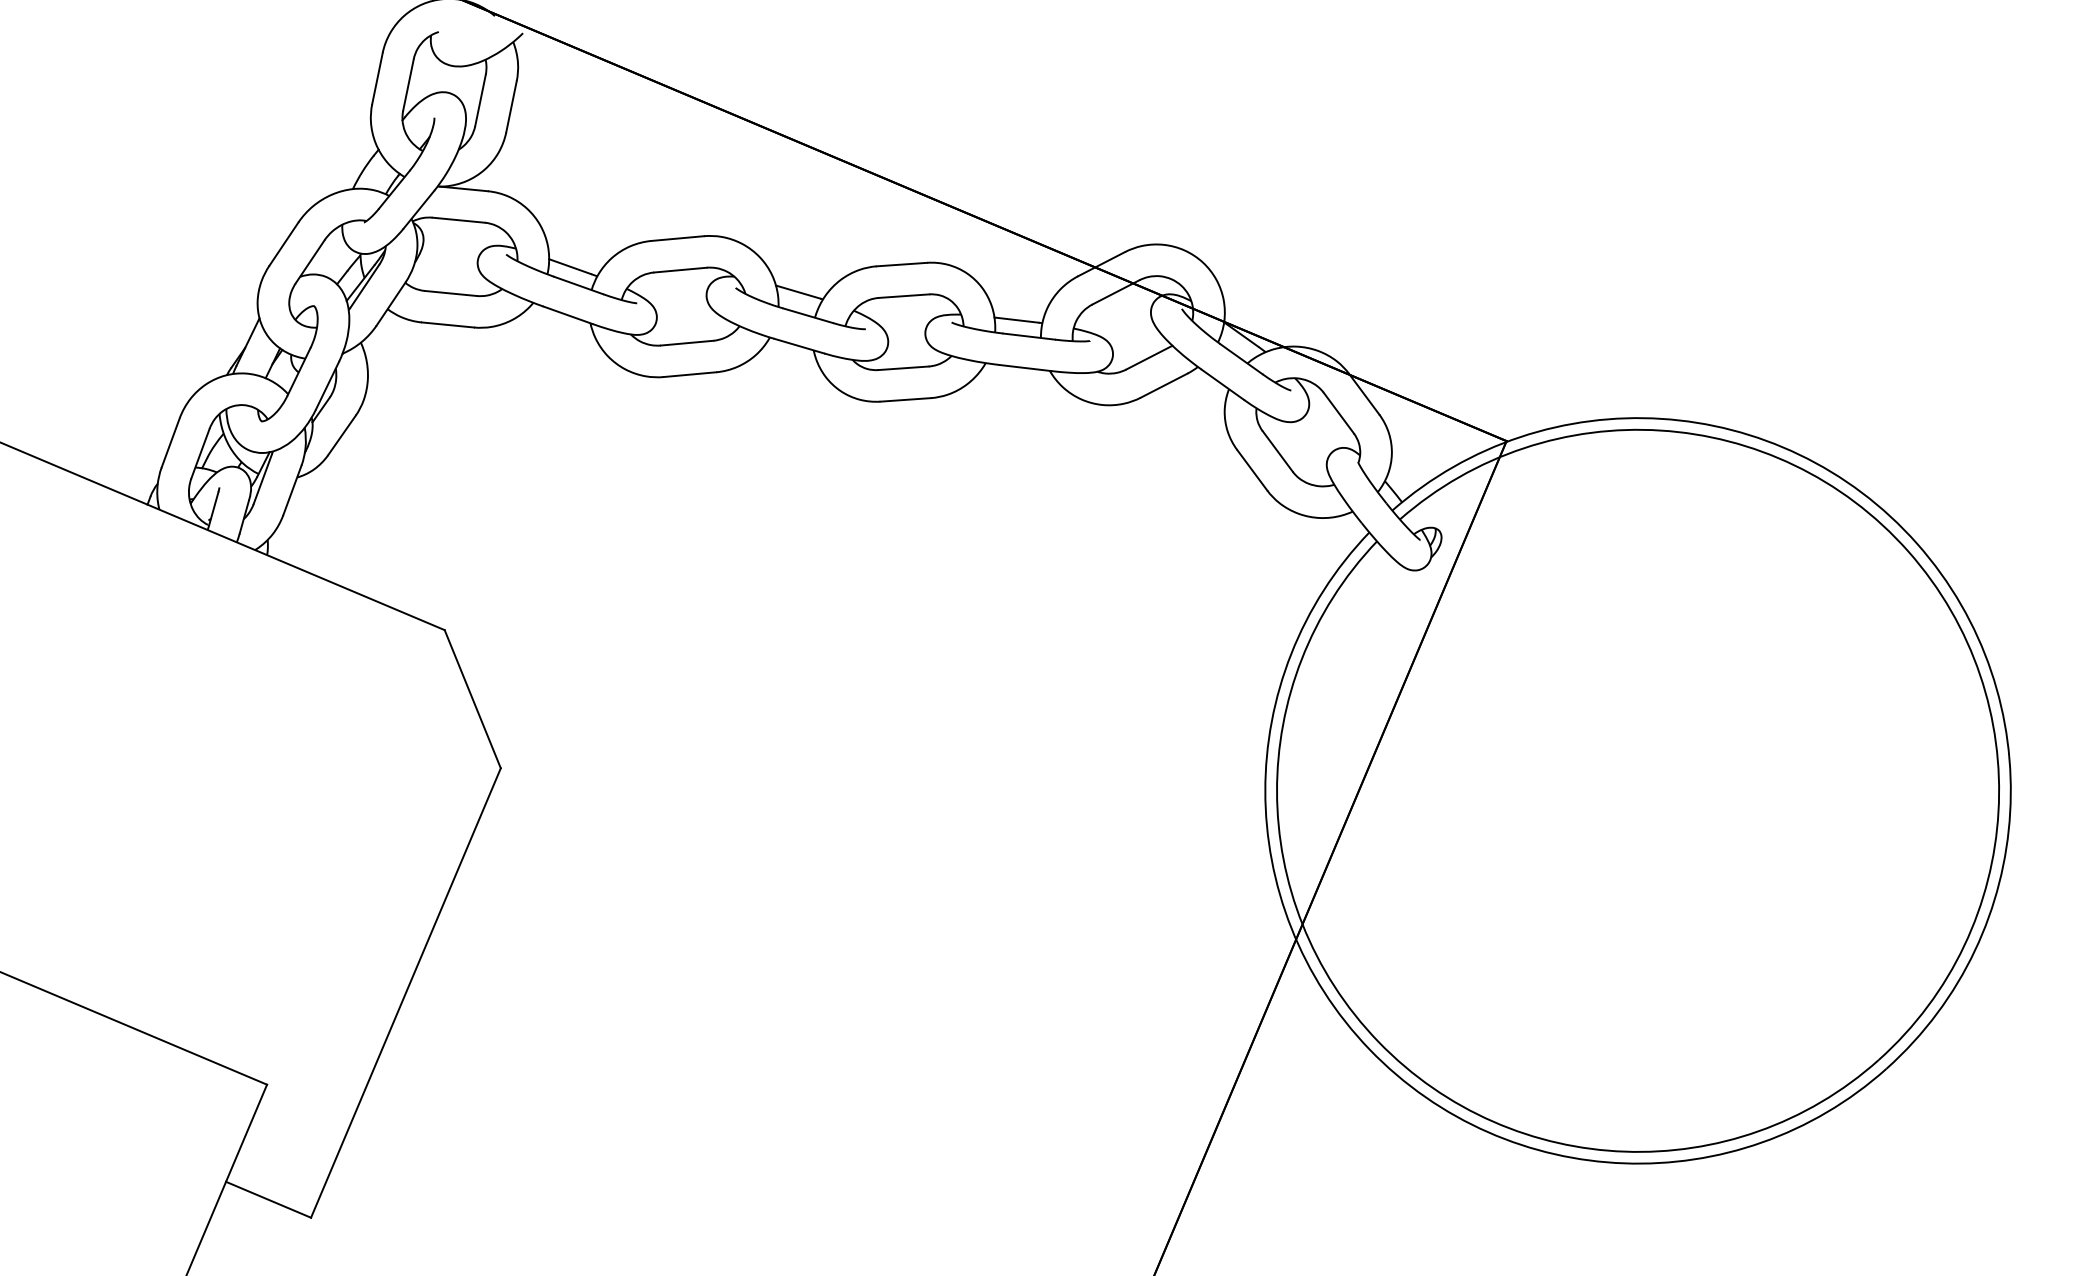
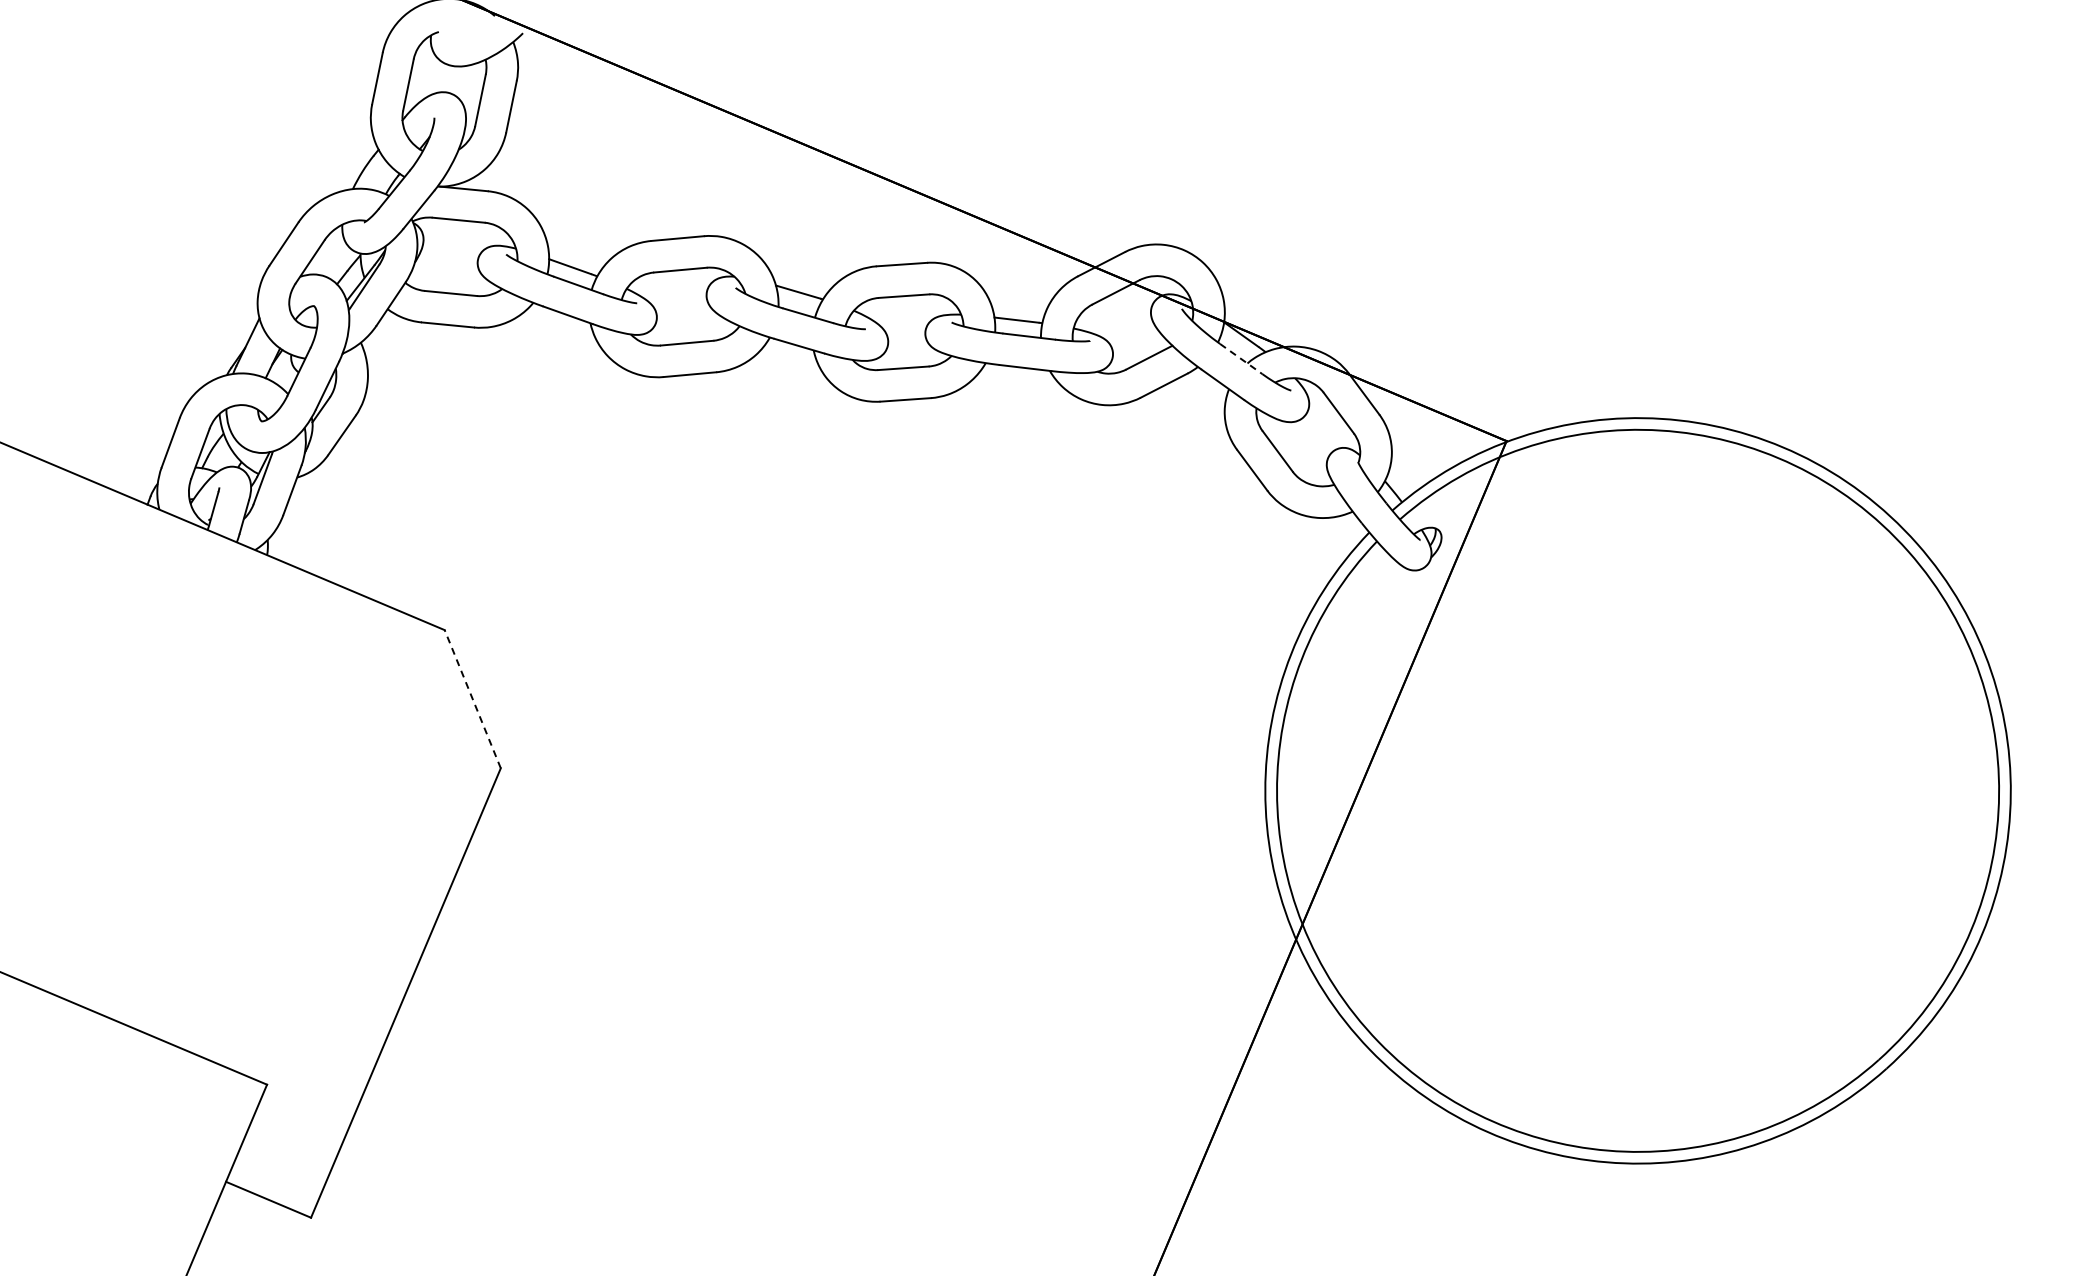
line at (1241, 359): solid -> dashed
line at (472, 699): solid -> dashed
